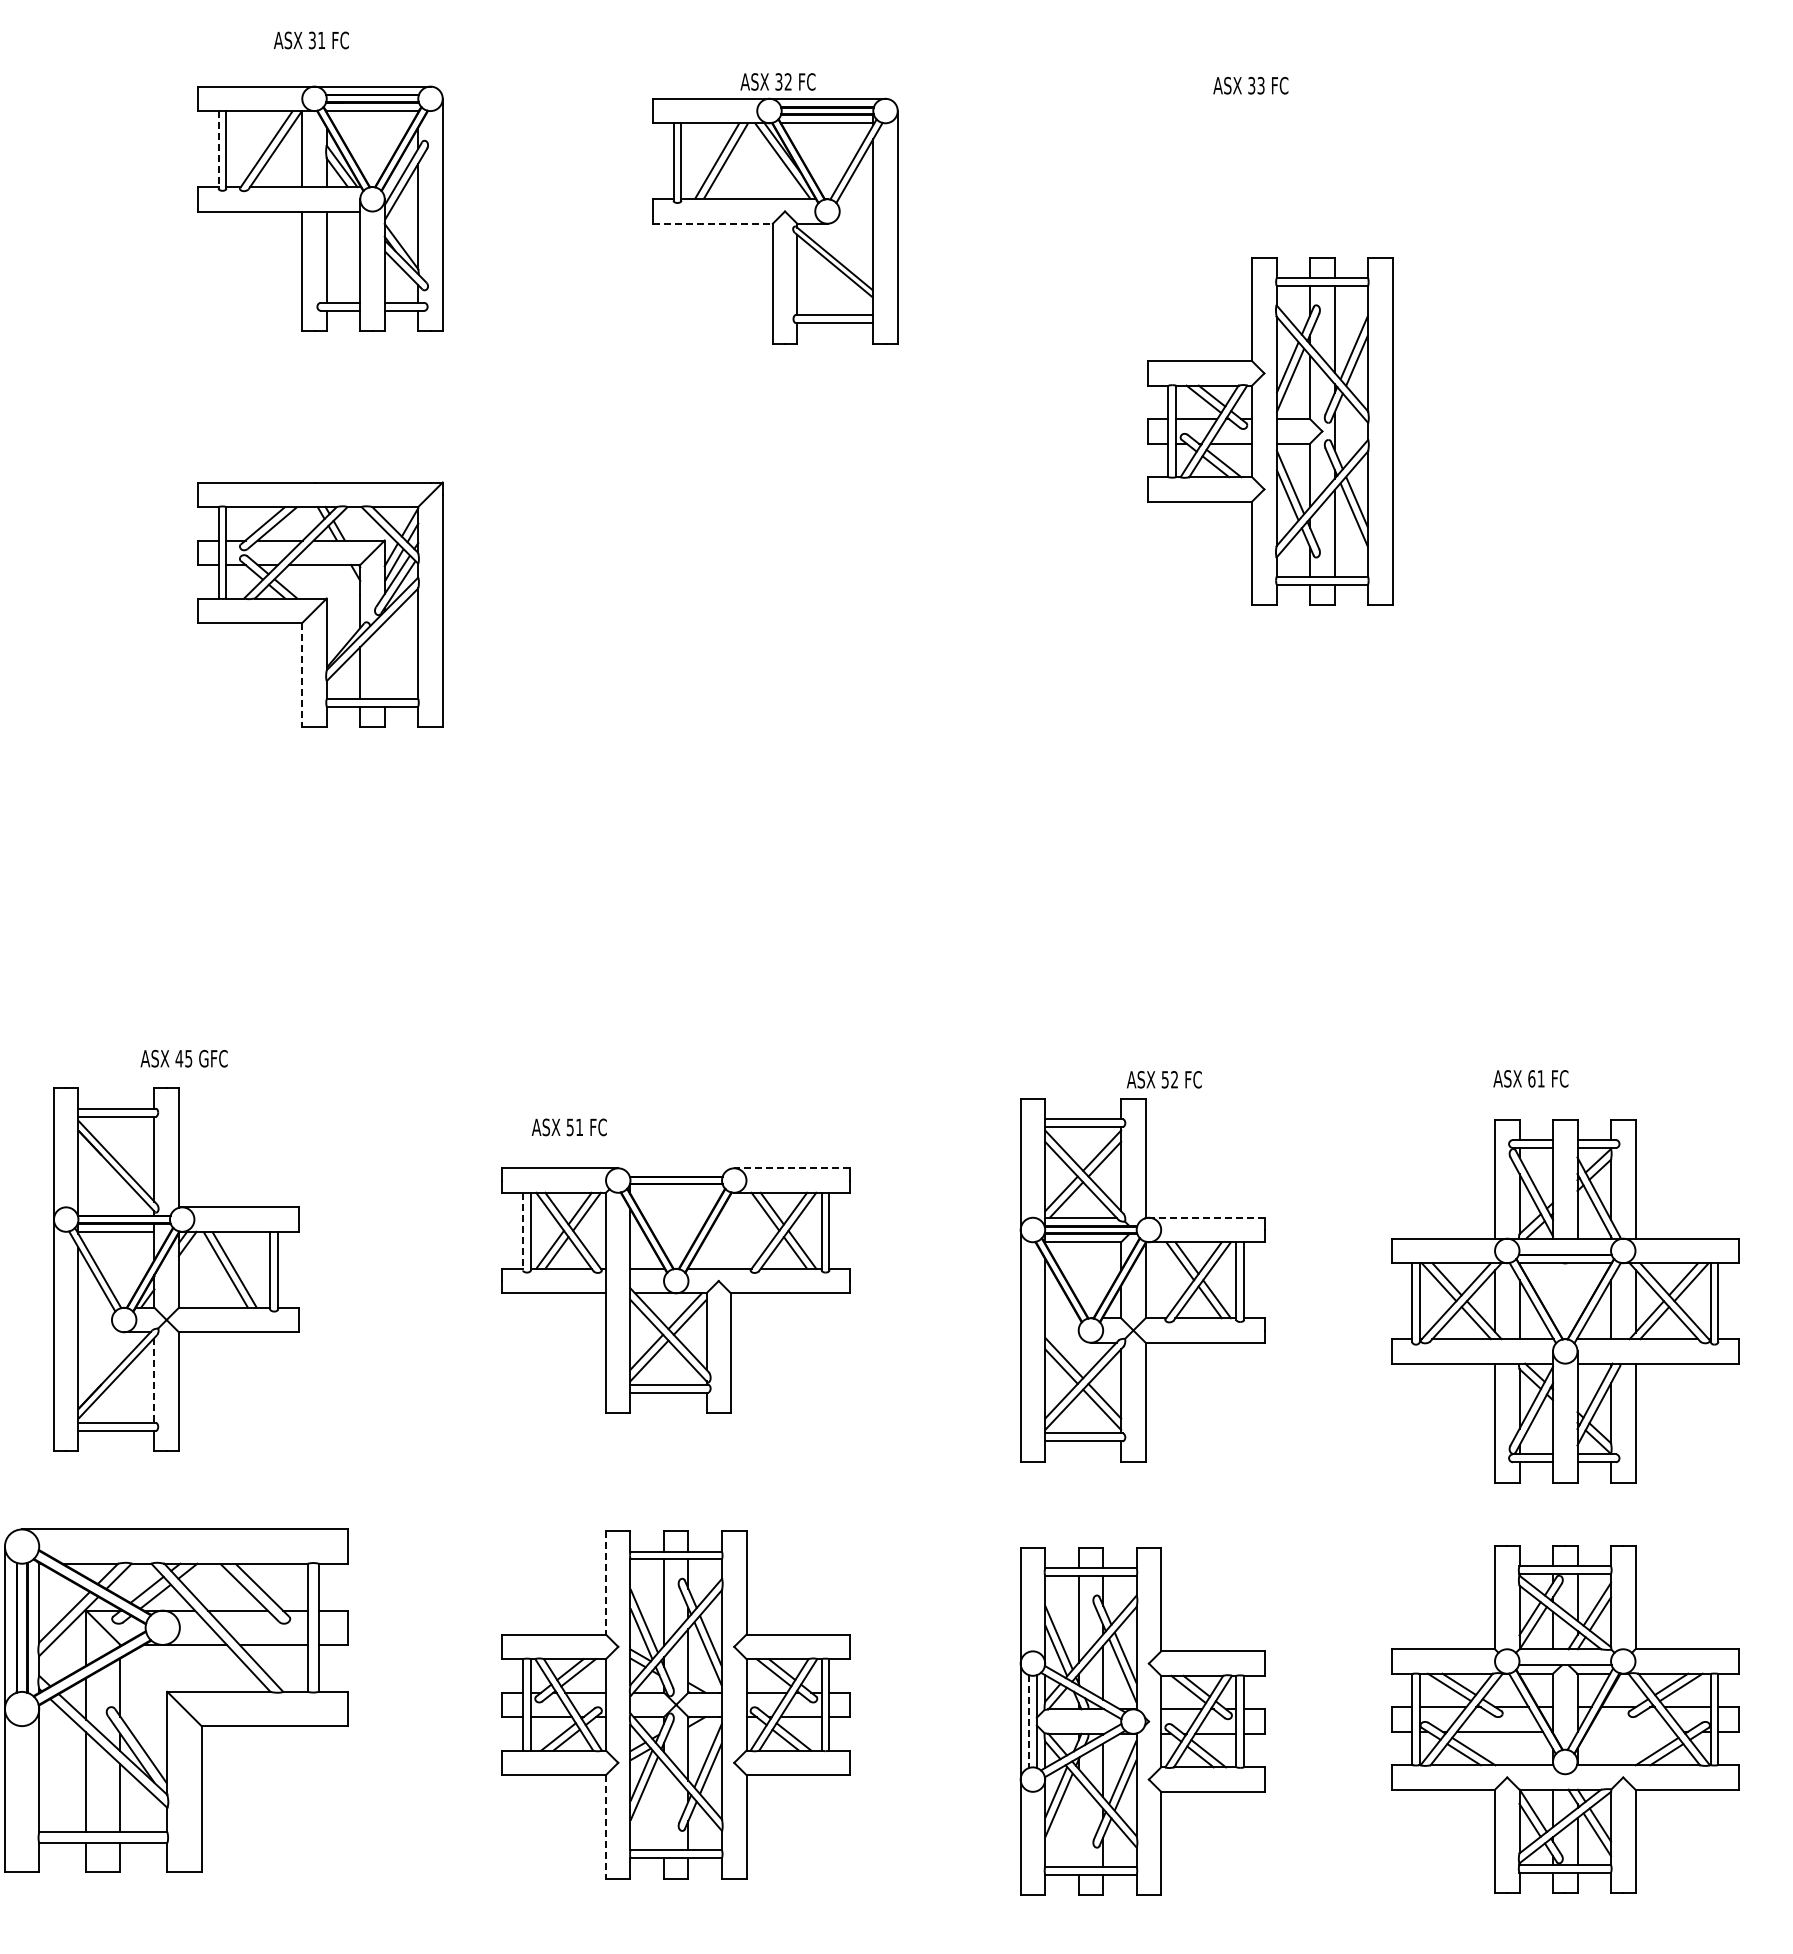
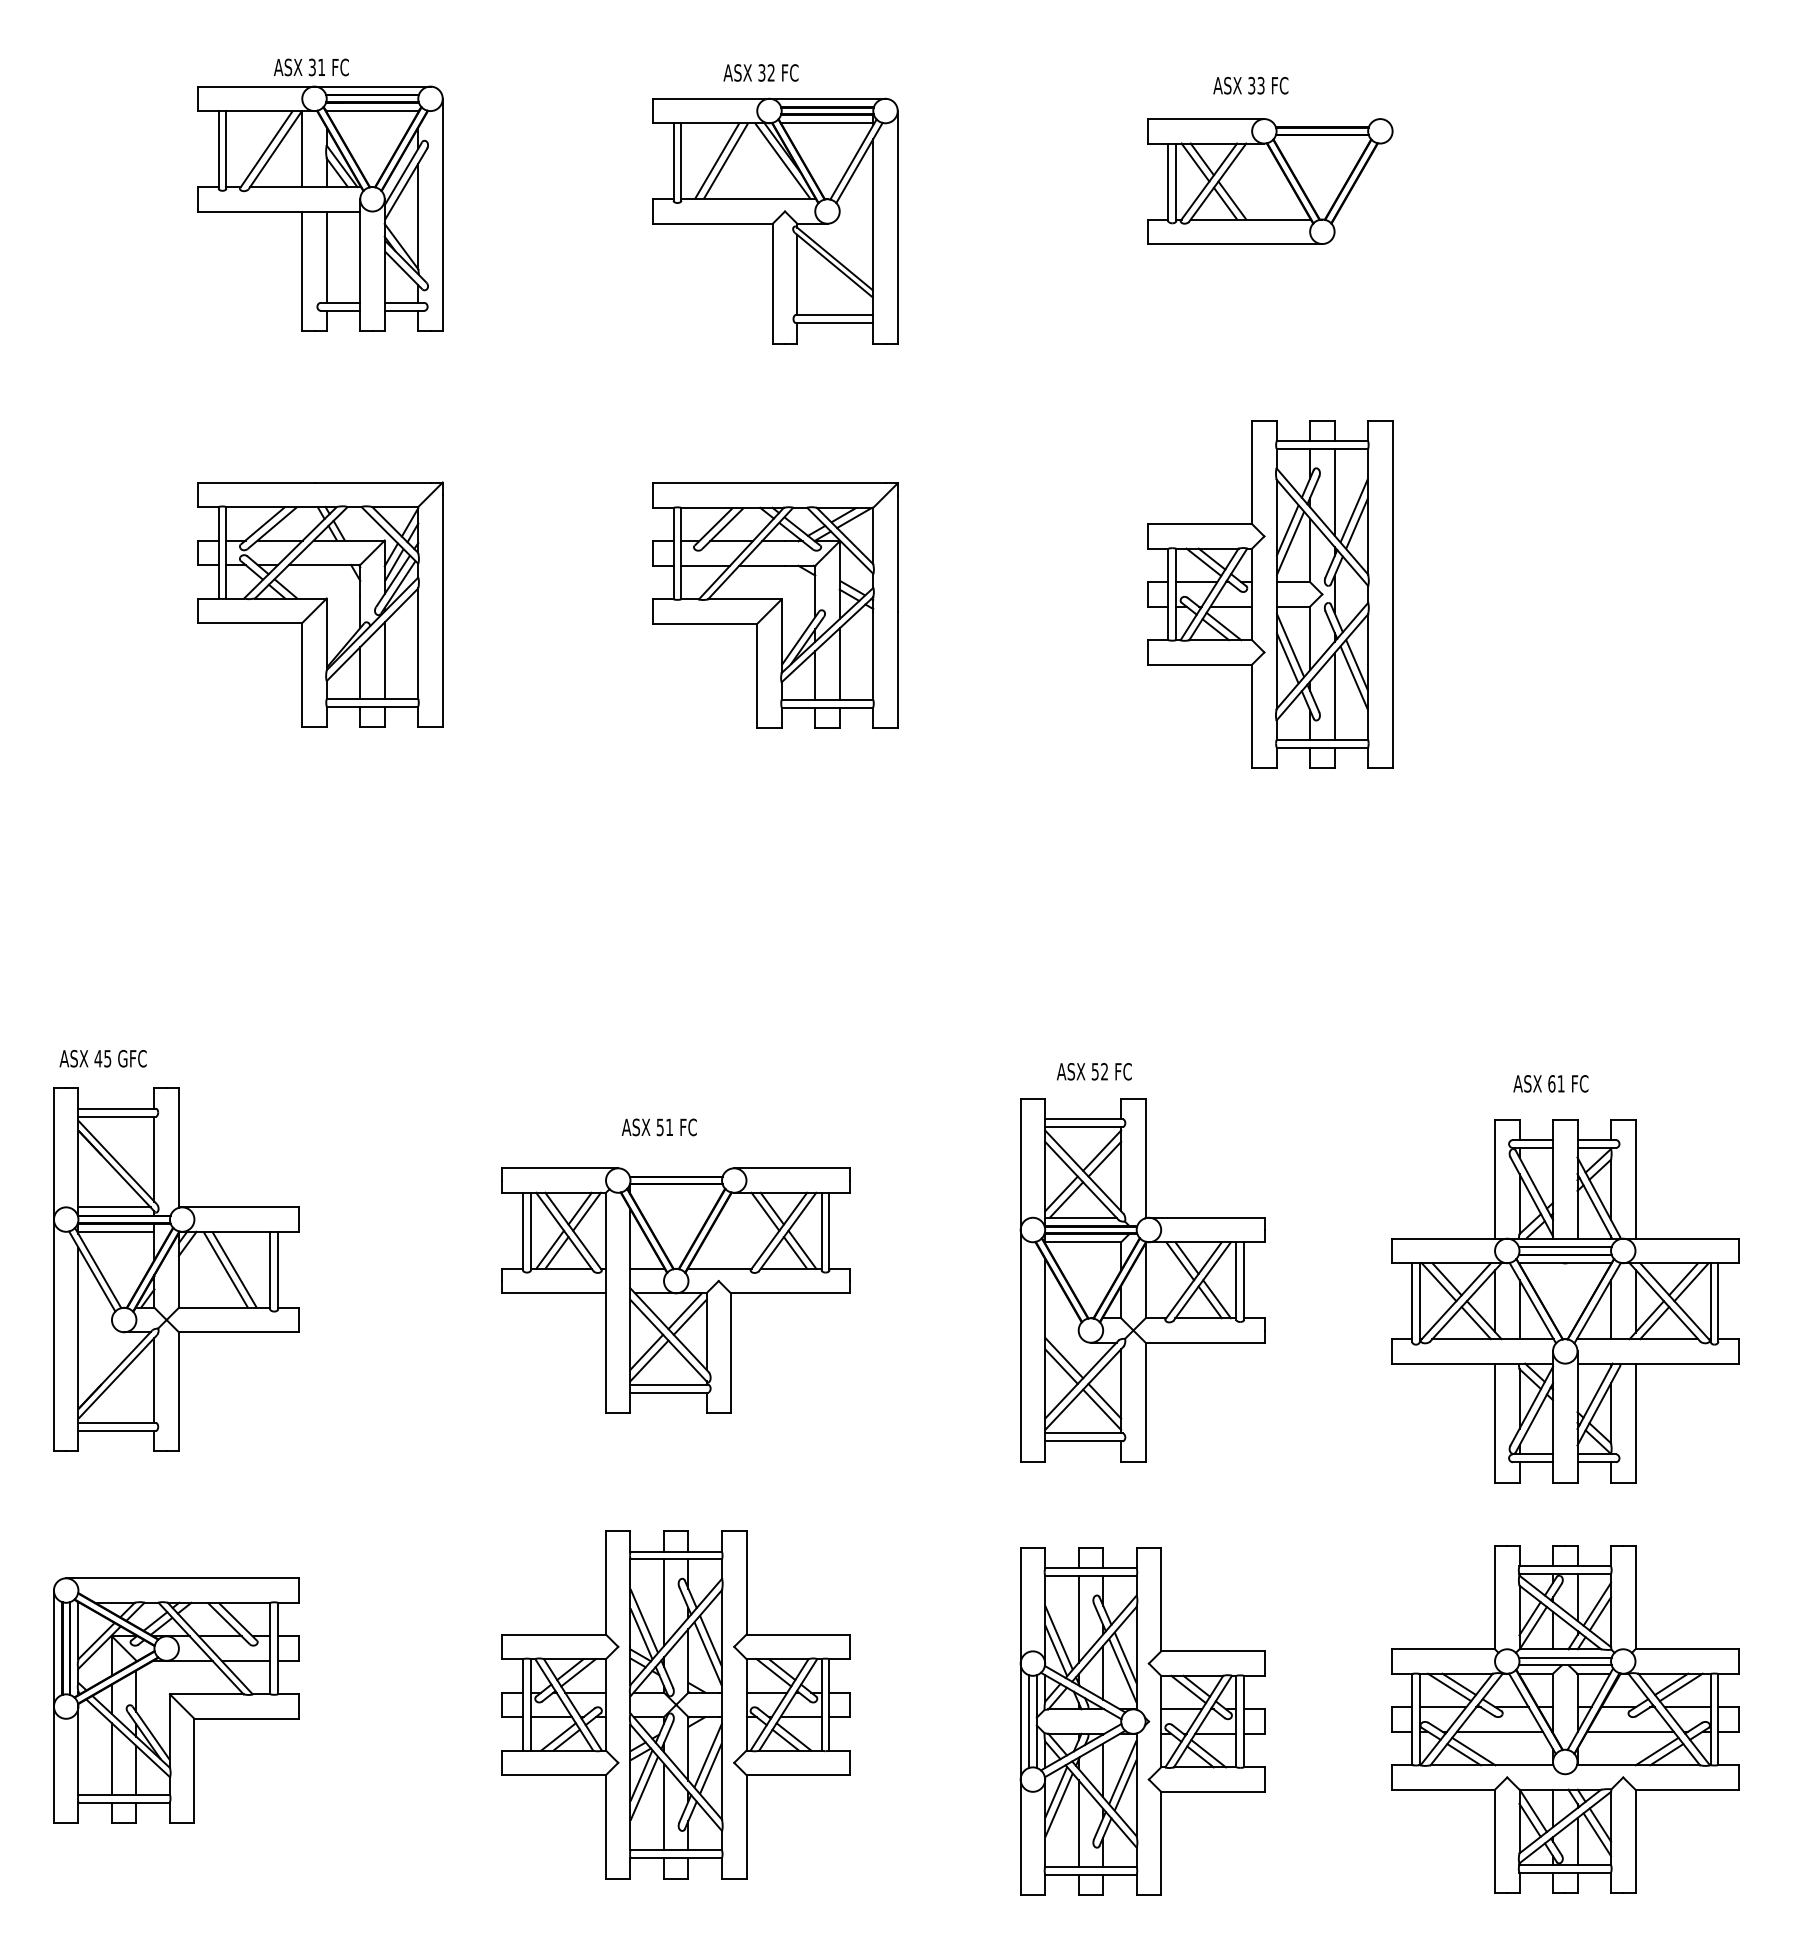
text at (311, 40) position: (311, 40) -> (311, 67)
text at (777, 81) position: (777, 81) -> (760, 72)
line at (218, 149): dashed -> solid
part at (1270, 181): none -> present
line at (712, 223): dashed -> solid
part at (1270, 431) position: (1270, 431) -> (1270, 594)
part at (775, 605): none -> present
line at (384, 660): none -> present
line at (302, 675): dashed -> solid
text at (183, 1058) position: (183, 1058) -> (102, 1058)
text at (1530, 1078) position: (1530, 1078) -> (1550, 1083)
text at (1164, 1079) position: (1164, 1079) -> (1094, 1071)
text at (568, 1127) position: (568, 1127) -> (658, 1127)
line at (792, 1168): dashed -> solid
line at (114, 1207): none -> present
line at (1206, 1217): dashed -> solid
line at (523, 1231): dashed -> solid
line at (1564, 1247): none -> present
line at (154, 1380): dashed -> solid
line at (606, 1582): dashed -> solid
line at (1564, 1657): none -> present
part at (176, 1700) size: 345x345 px -> 247x247 px
line at (1029, 1722): dashed -> solid
line at (1630, 1731): none -> present
line at (664, 1806): none -> present
line at (1078, 1823): none -> present
line at (606, 1826): dashed -> solid
